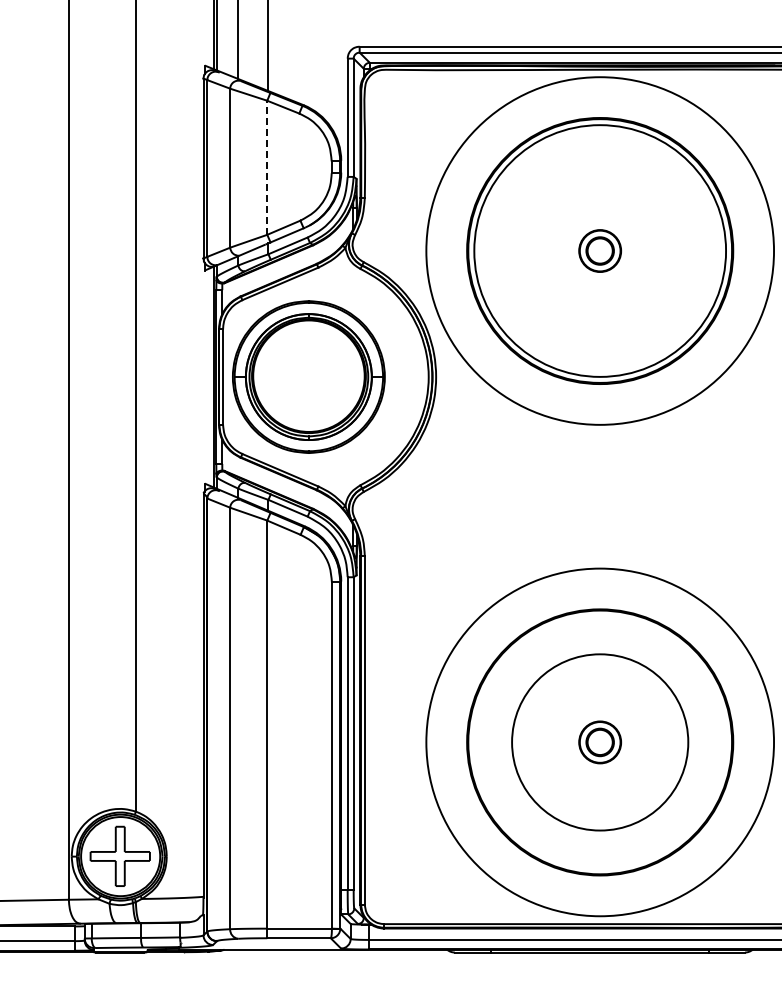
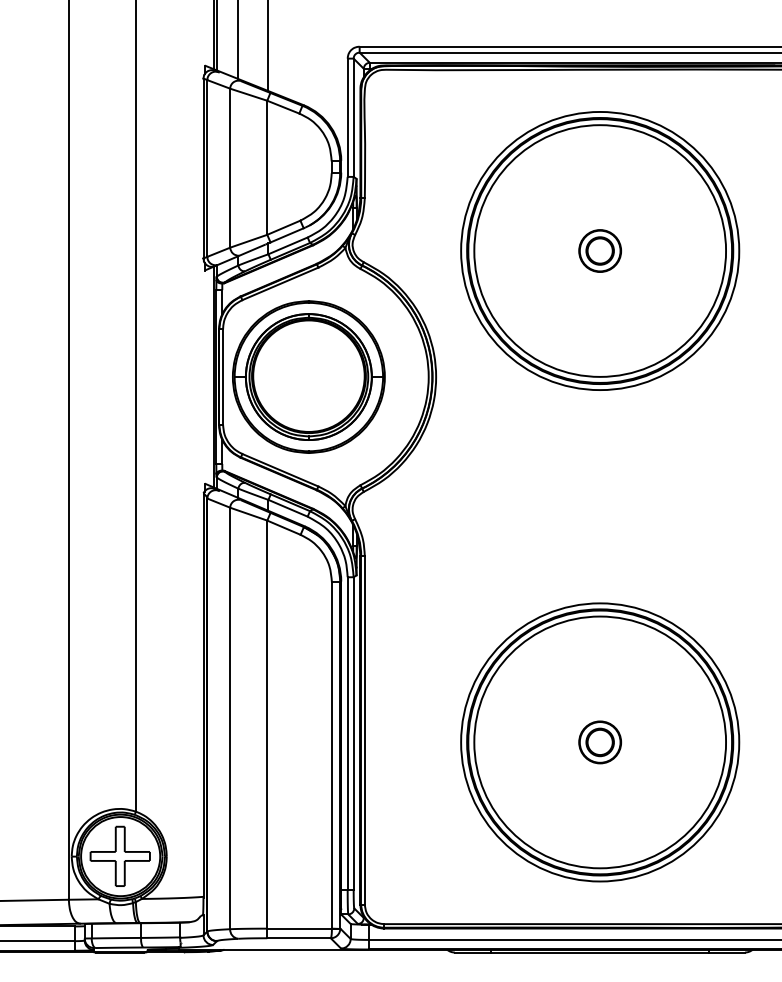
line at (267, 167): dashed -> solid
circle at (600, 250) diameter: 348 px -> 278 px
circle at (600, 742) diameter: 176 px -> 252 px
circle at (600, 742) diameter: 348 px -> 278 px
